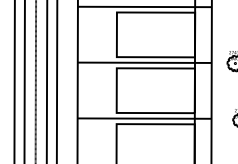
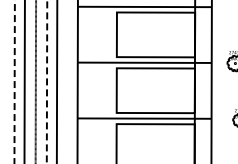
line at (14, 82): solid -> dashed
line at (47, 82): solid -> dashed
